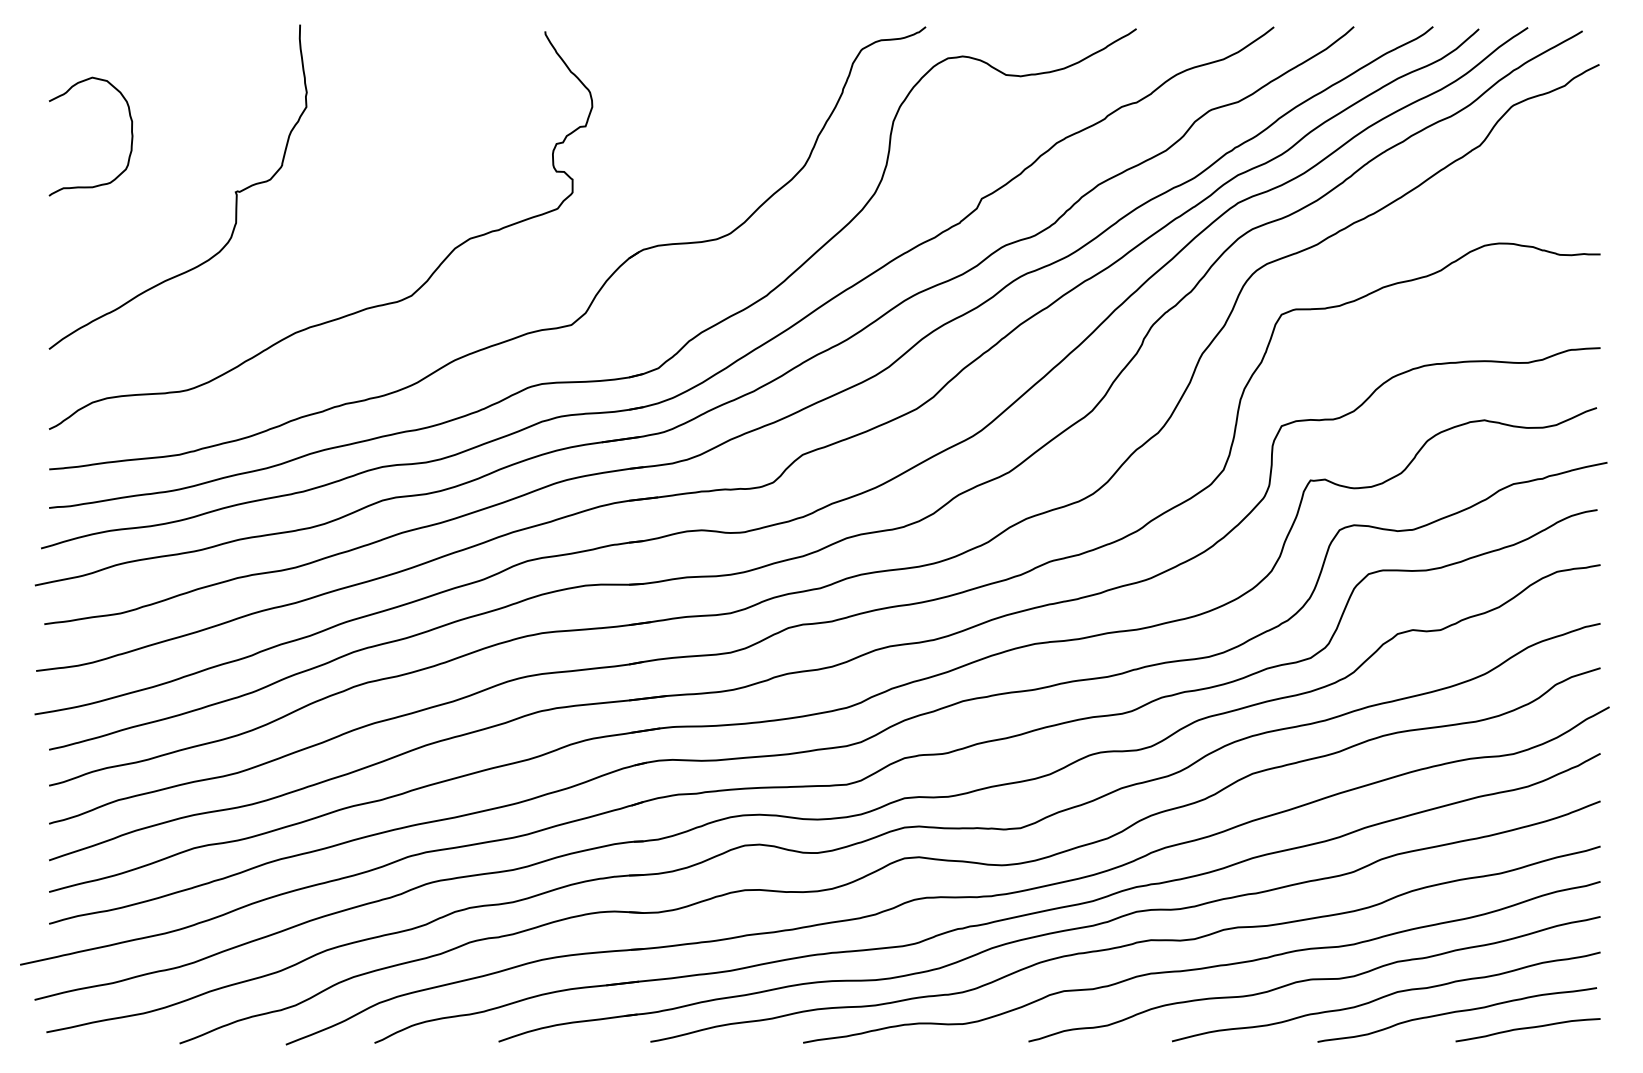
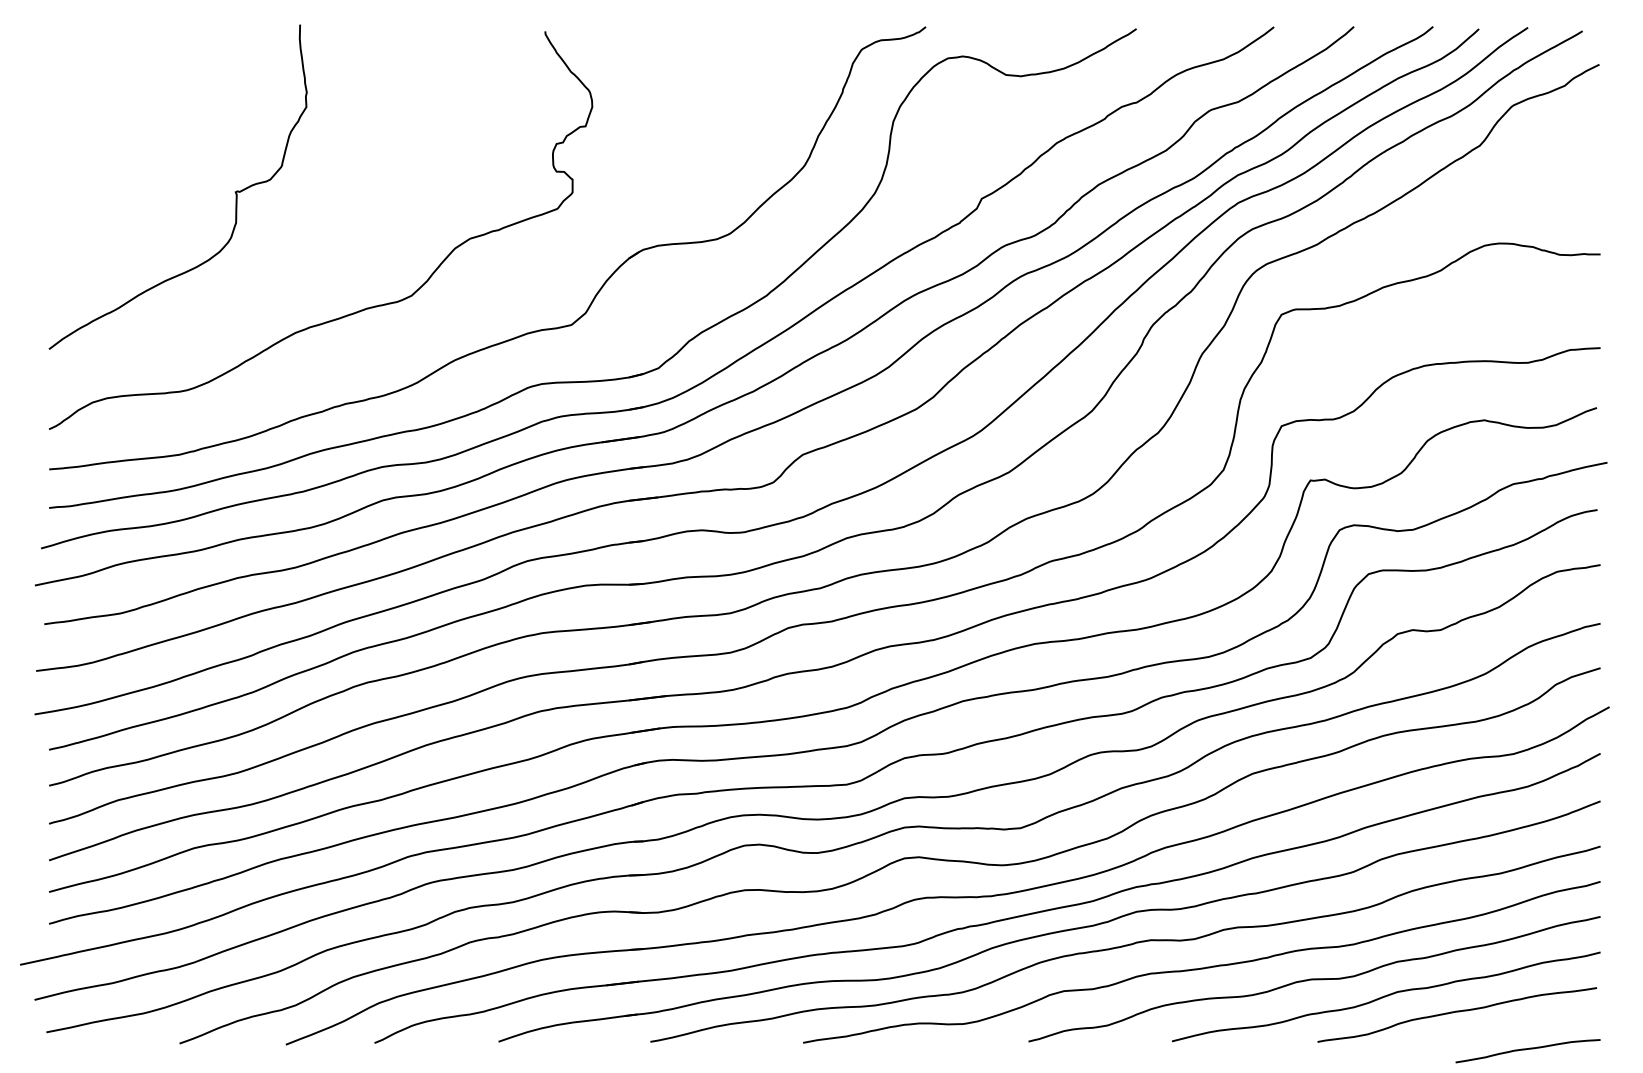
curve at (131, 136): present -> none
curve at (1526, 1029) position: (1526, 1029) -> (1526, 1050)
